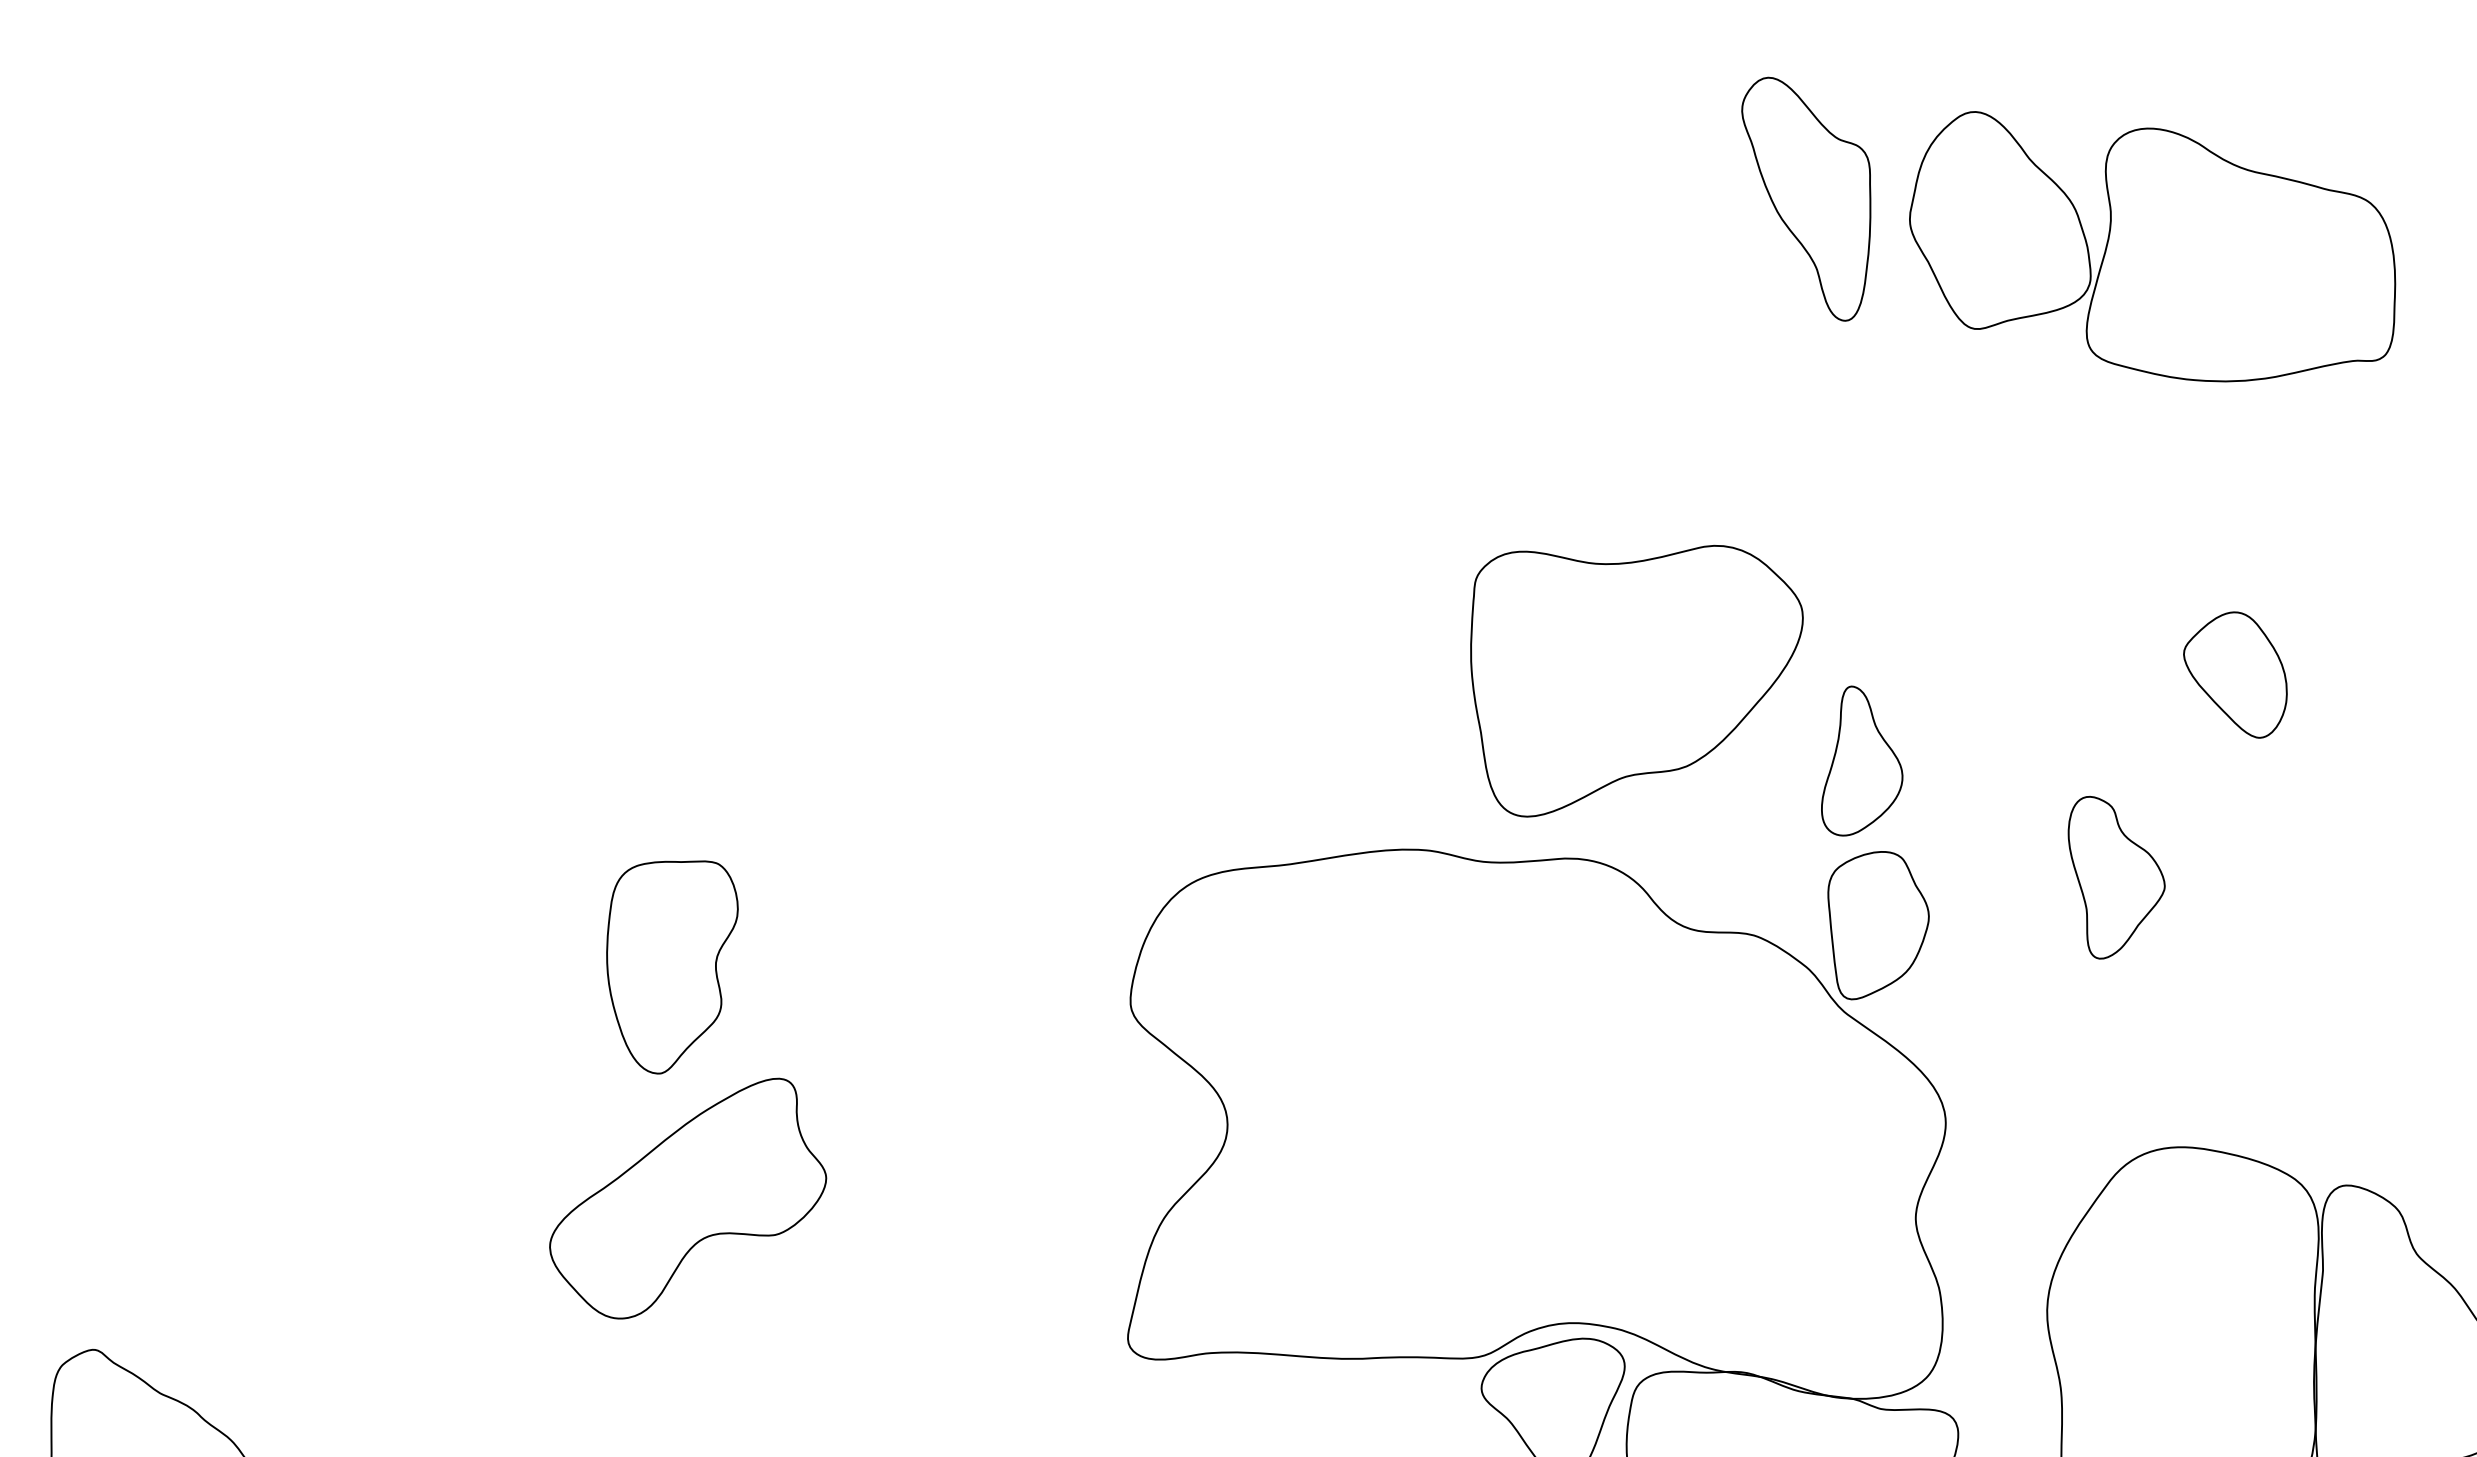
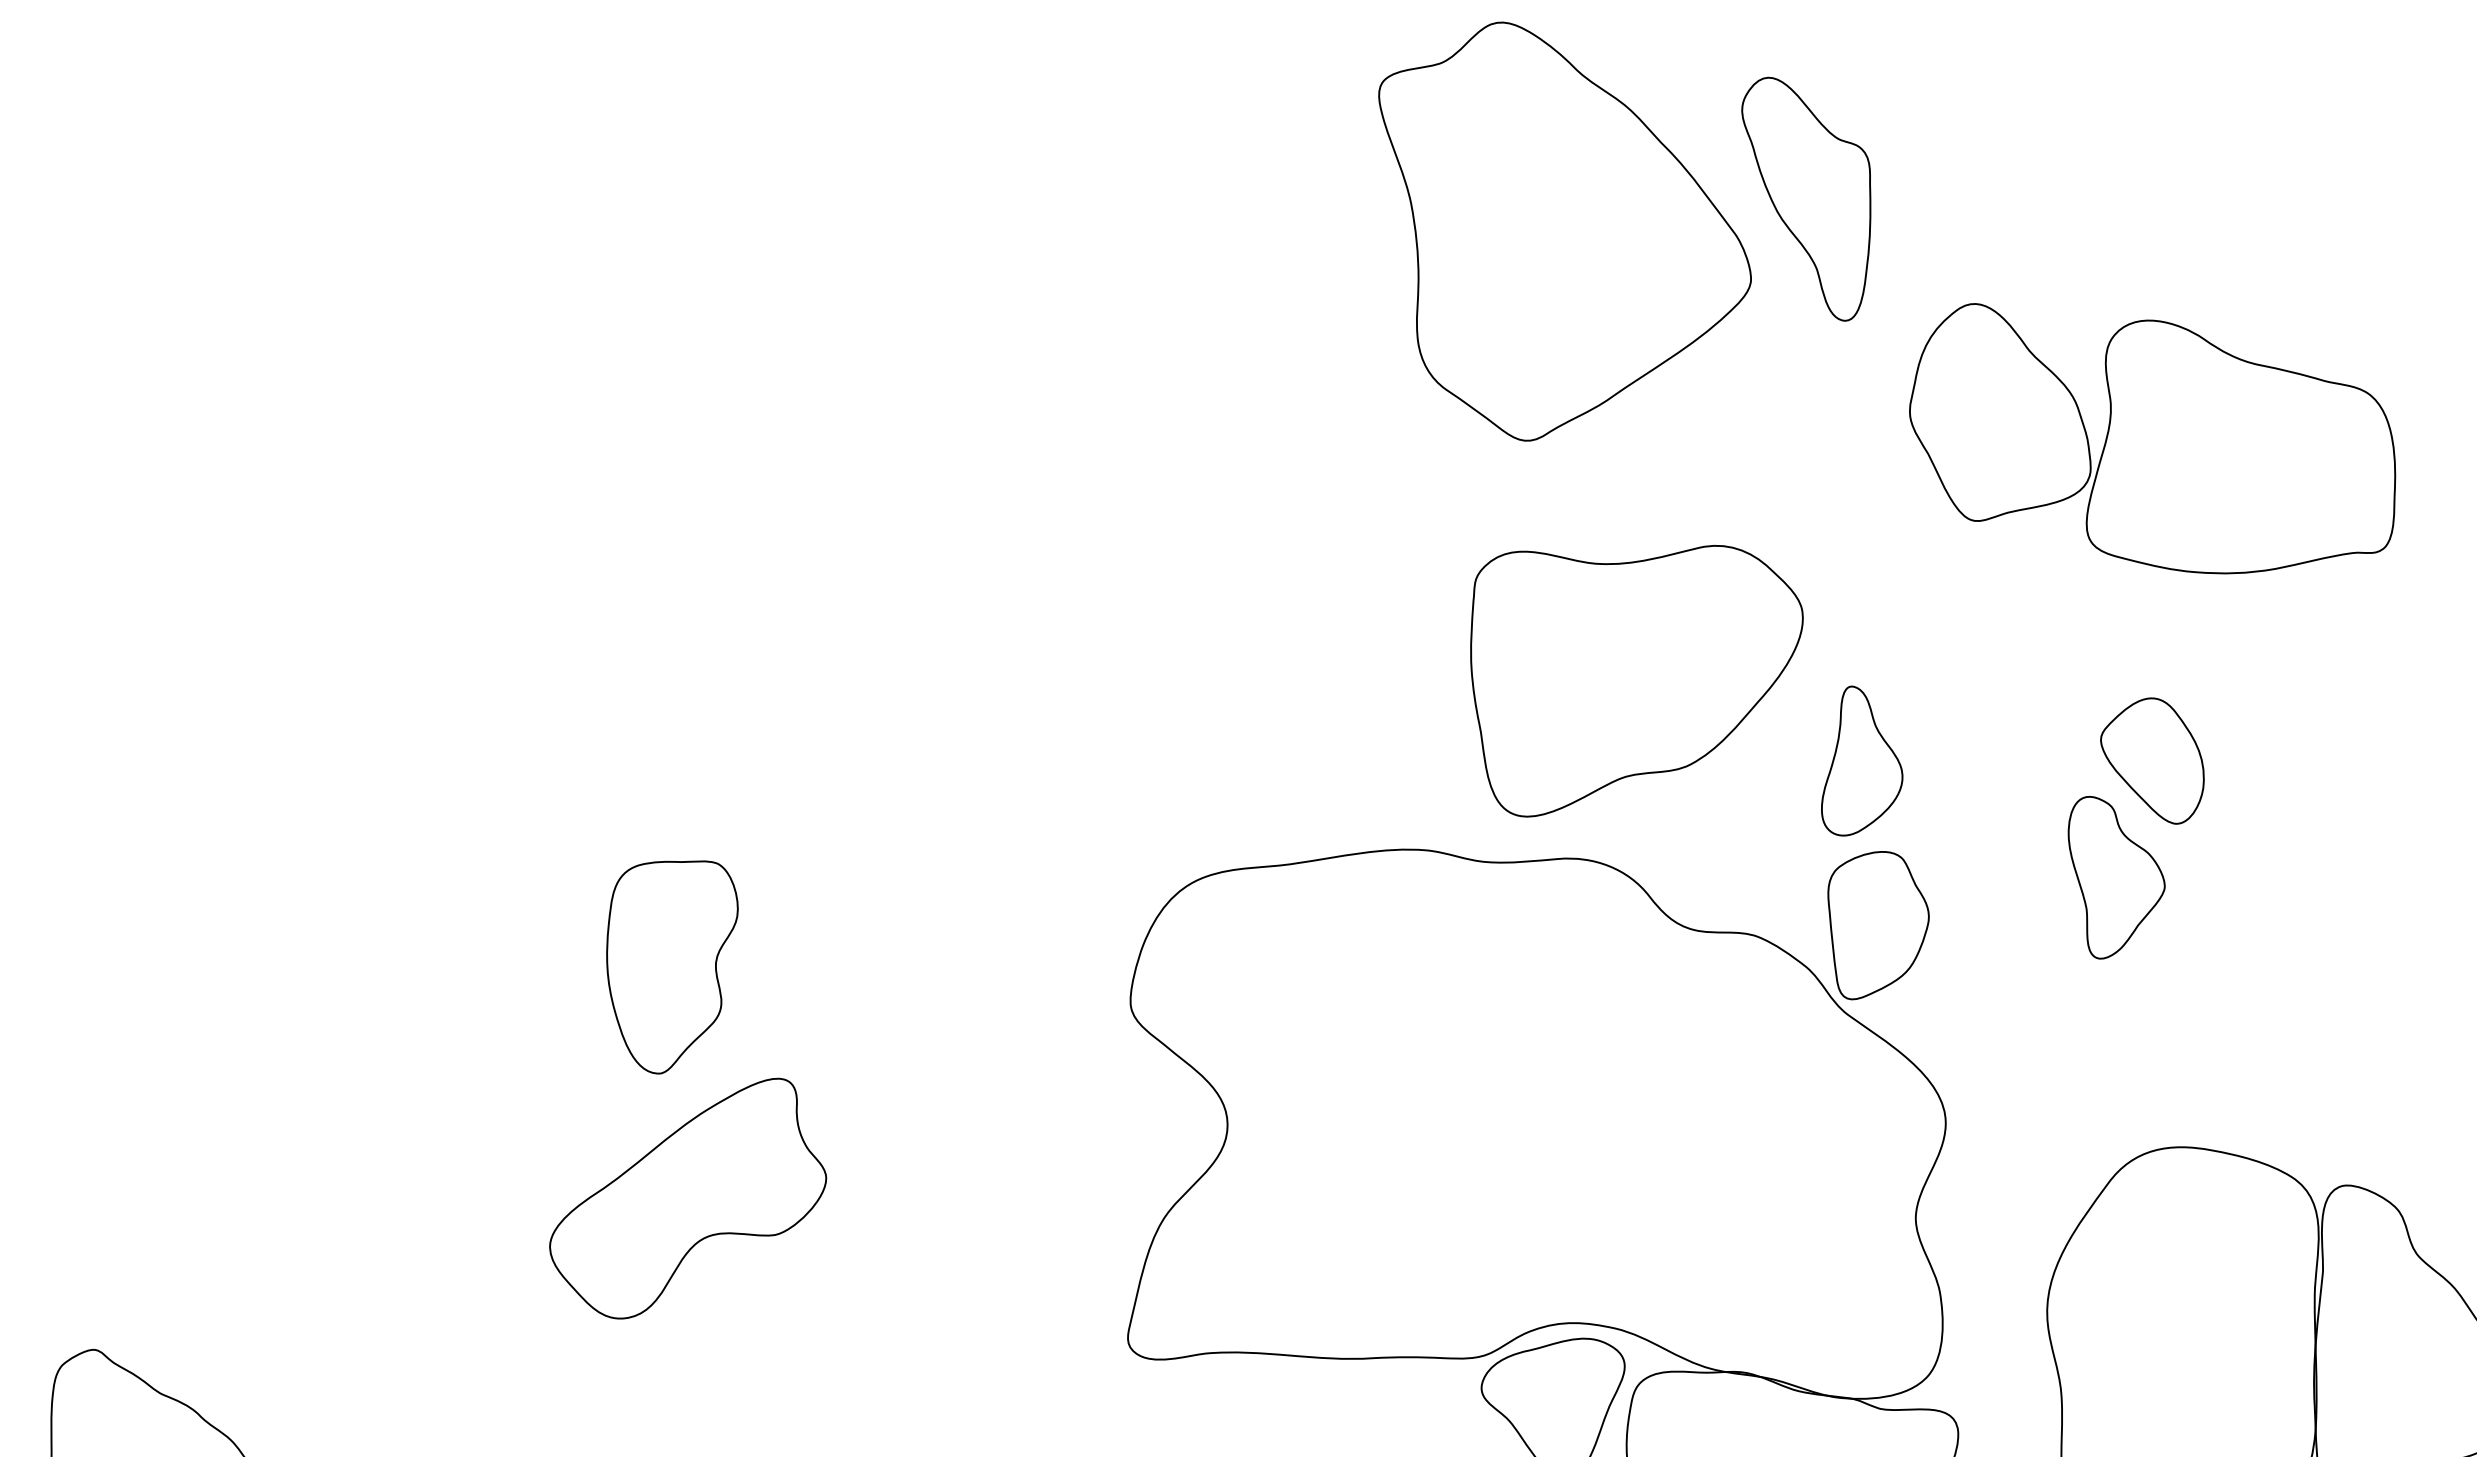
part at (1564, 231): none -> present
part at (2152, 246) position: (2152, 246) -> (2152, 438)
part at (2235, 674) position: (2235, 674) -> (2152, 760)
